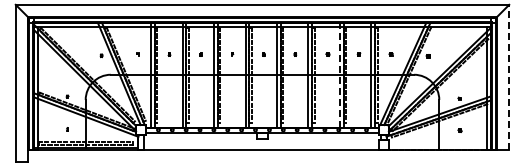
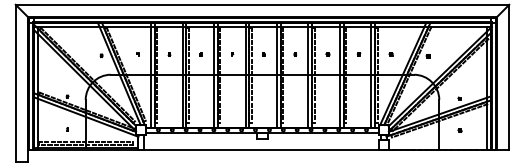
line at (339, 74): dashed -> solid
line at (509, 76): dashed -> solid
